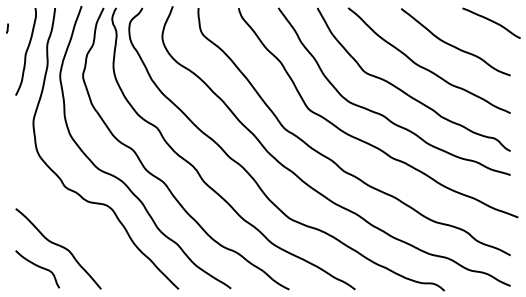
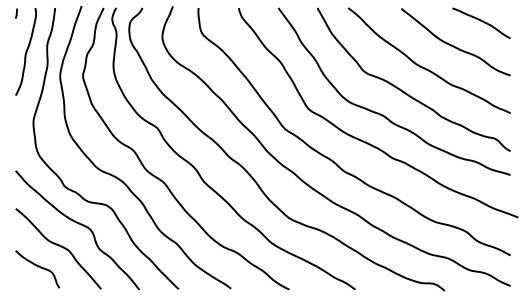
curve at (491, 21) position: (491, 21) -> (481, 21)
curve at (7, 28) position: (7, 28) -> (16, 13)
curve at (80, 225): none -> present
